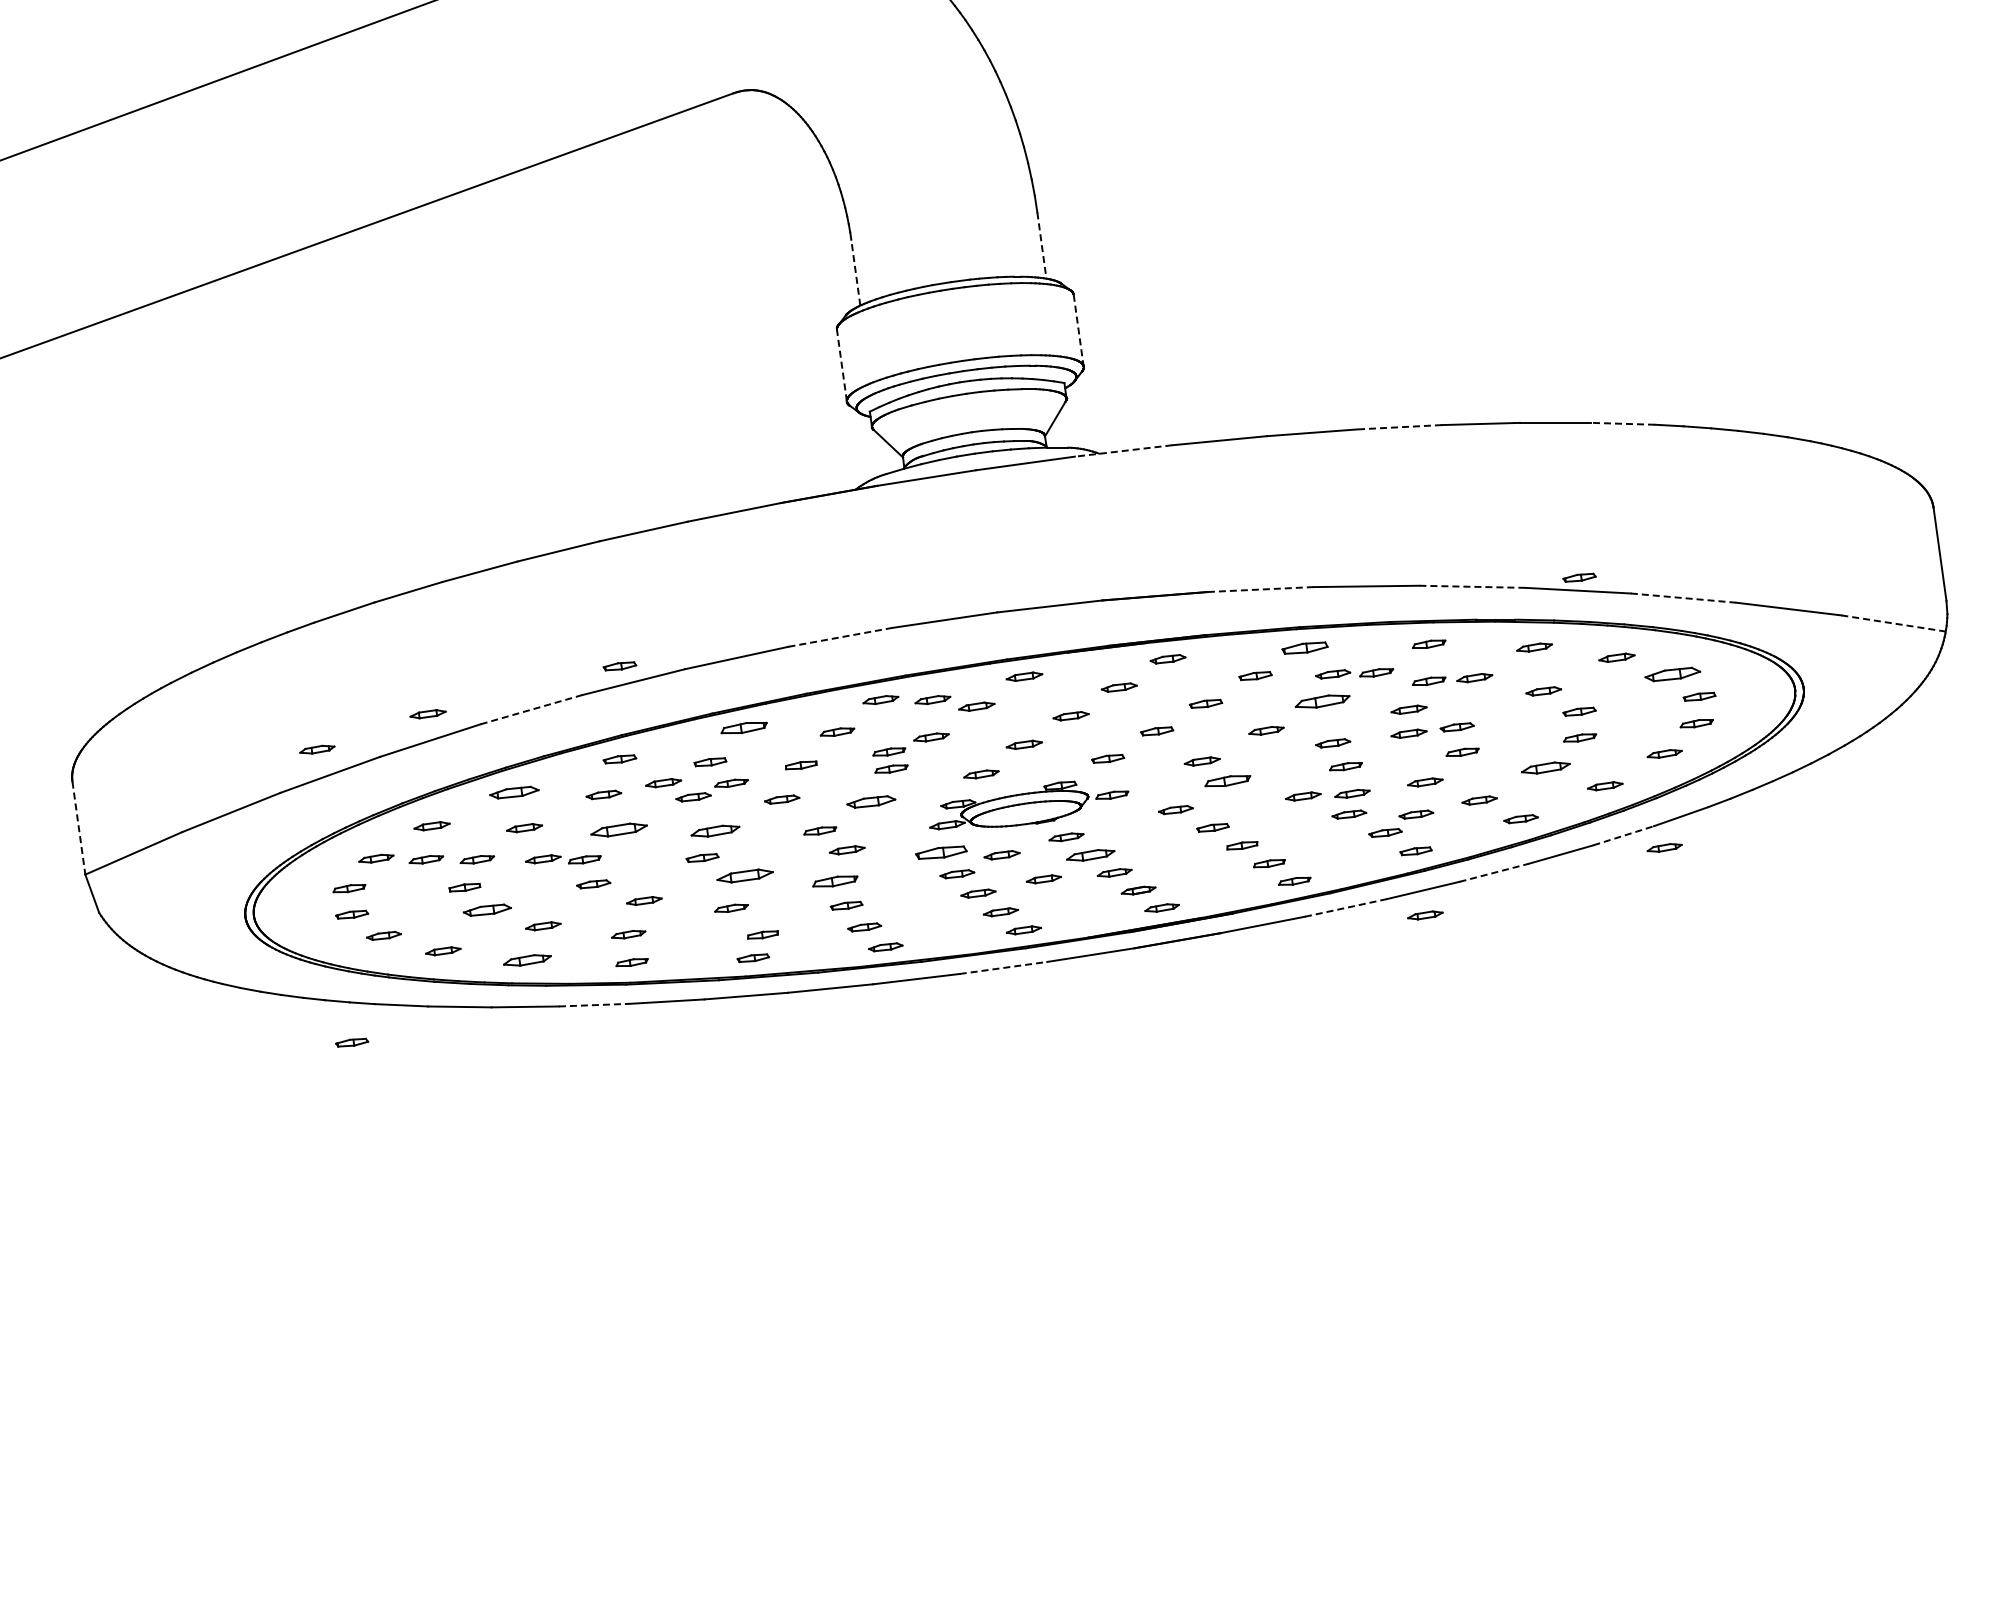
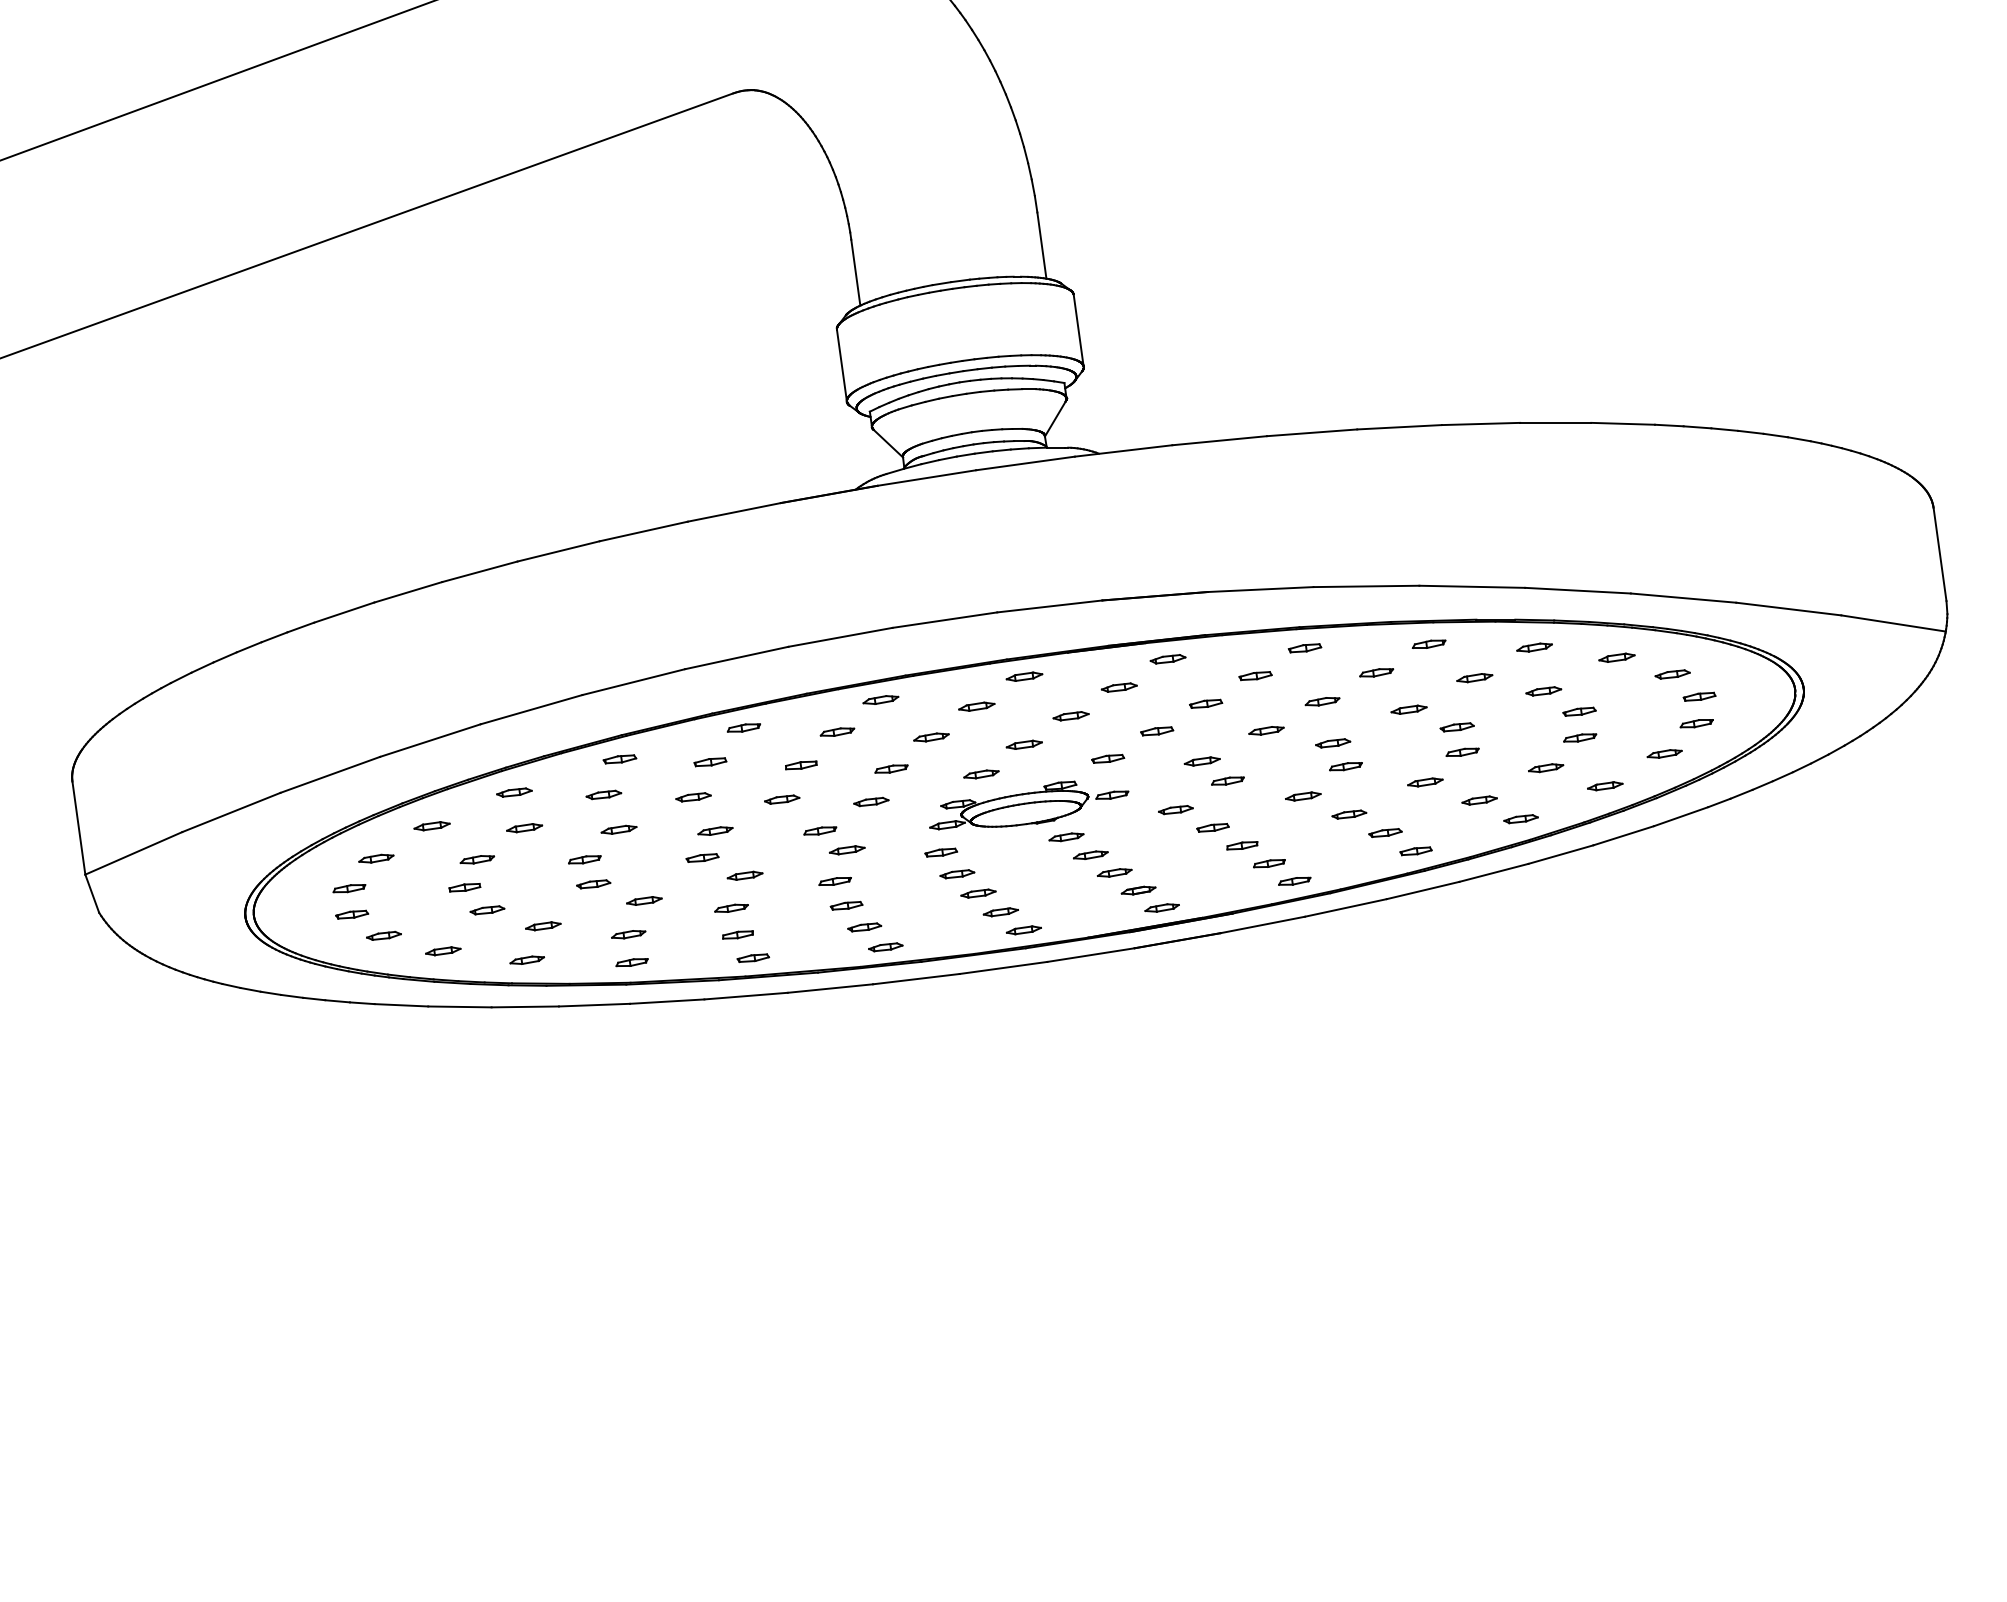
line at (1041, 246): dashed -> solid
line at (855, 272): dashed -> solid
line at (1078, 331): dashed -> solid
line at (841, 365): dashed -> solid
line at (1623, 423): dashed -> solid
line at (1399, 427): dashed -> solid
line at (1123, 451): dashed -> solid
part at (1579, 577): present -> none
line at (1472, 586): dashed -> solid
line at (1260, 589): dashed -> solid
line at (1683, 598): dashed -> solid
line at (1893, 623): dashed -> solid
line at (840, 637): dashed -> solid
part at (1304, 647) size: 48x14 px -> 36x11 px
part at (619, 666): present -> none
part at (1333, 674): present -> none
part at (1672, 674) size: 58x17 px -> 37x11 px
part at (1428, 680): present -> none
part at (932, 699): present -> none
part at (1322, 701) size: 57x15 px -> 37x10 px
line at (531, 709): dashed -> solid
part at (427, 714): present -> none
part at (743, 727) size: 48x14 px -> 35x10 px
part at (1408, 733): present -> none
part at (317, 749): present -> none
part at (889, 751): present -> none
part at (1545, 767) size: 50x14 px -> 37x11 px
part at (1227, 781) size: 48x13 px -> 34x10 px
part at (731, 782): present -> none
part at (663, 783): present -> none
part at (514, 792) size: 51x15 px -> 37x11 px
part at (1352, 793): present -> none
part at (871, 801) size: 51x14 px -> 37x12 px
part at (1416, 814): present -> none
line at (78, 828): dashed -> solid
part at (618, 829) size: 58x16 px -> 38x11 px
part at (715, 830) size: 51x14 px -> 37x10 px
line at (1623, 835): dashed -> solid
part at (1664, 847): present -> none
part at (941, 852) size: 53x15 px -> 34x11 px
part at (1001, 855): present -> none
part at (1090, 855) size: 50x13 px -> 36x10 px
part at (426, 859): present -> none
part at (543, 859): present -> none
line at (1493, 872): dashed -> solid
part at (744, 875) size: 58x16 px -> 38x11 px
part at (1043, 879): present -> none
part at (835, 881) size: 47x13 px -> 34x9 px
line at (1345, 907): dashed -> solid
part at (486, 909) size: 50x14 px -> 37x11 px
part at (1425, 915): present -> none
part at (762, 934) position: (762, 934) -> (737, 934)
part at (527, 960) size: 49x13 px -> 36x10 px
line at (1004, 967): dashed -> solid
line at (594, 1005): dashed -> solid
part at (352, 1042): present -> none
